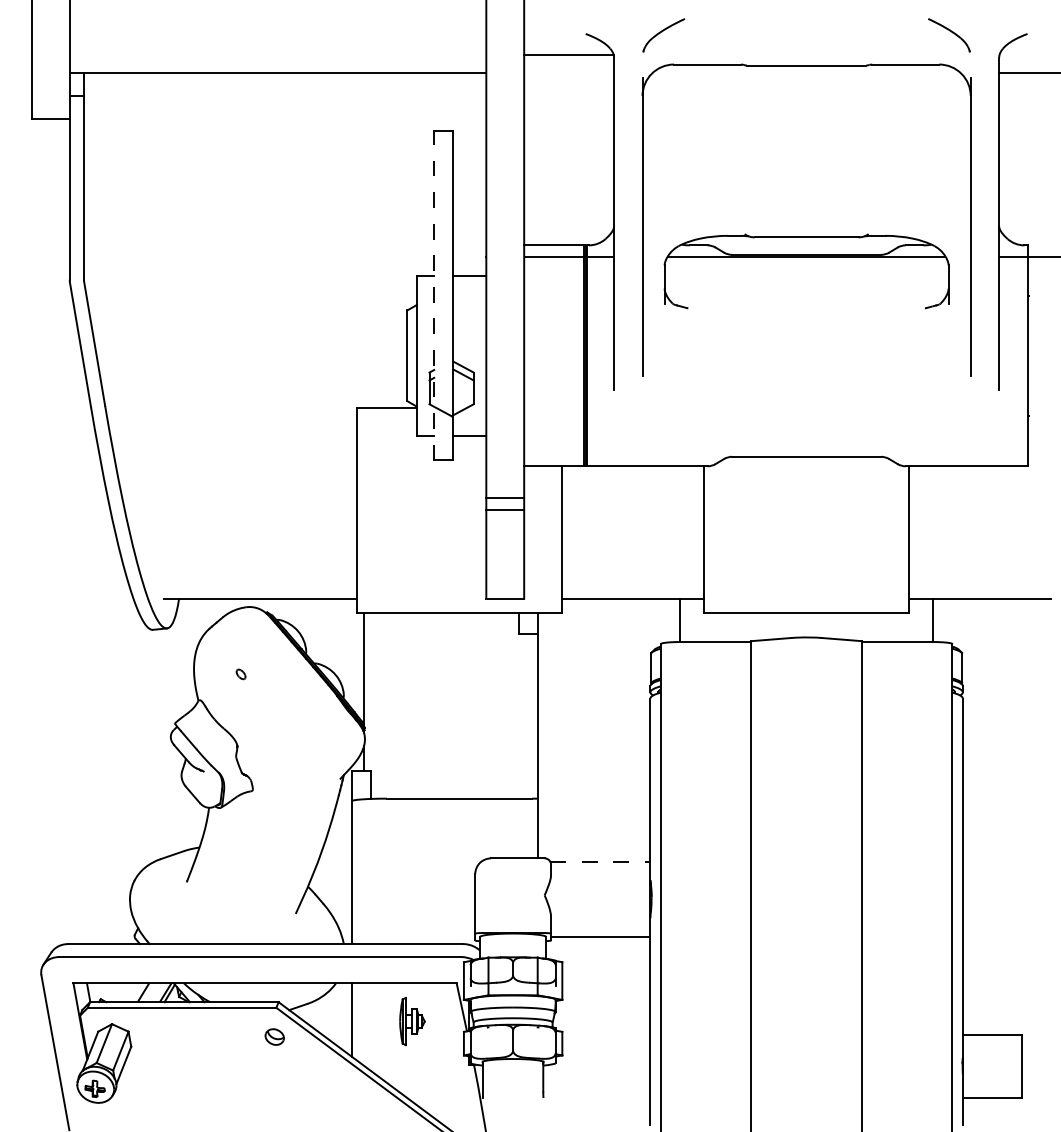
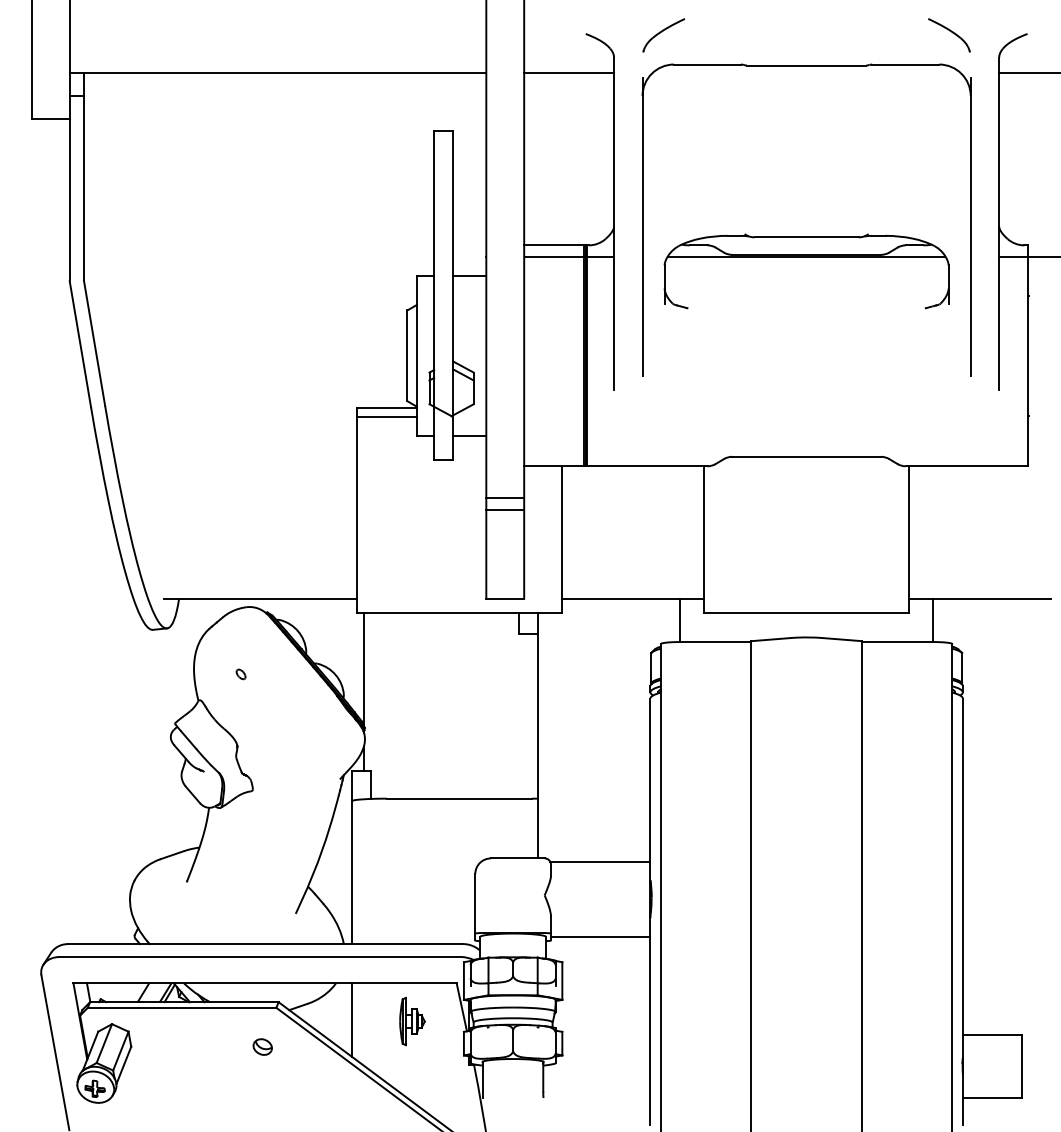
line at (569, 55) position: (569, 55) -> (569, 73)
line at (434, 295): dashed -> solid
line at (386, 417): none -> present
line at (600, 861): dashed -> solid
part at (274, 1036) position: (274, 1036) -> (262, 1046)
